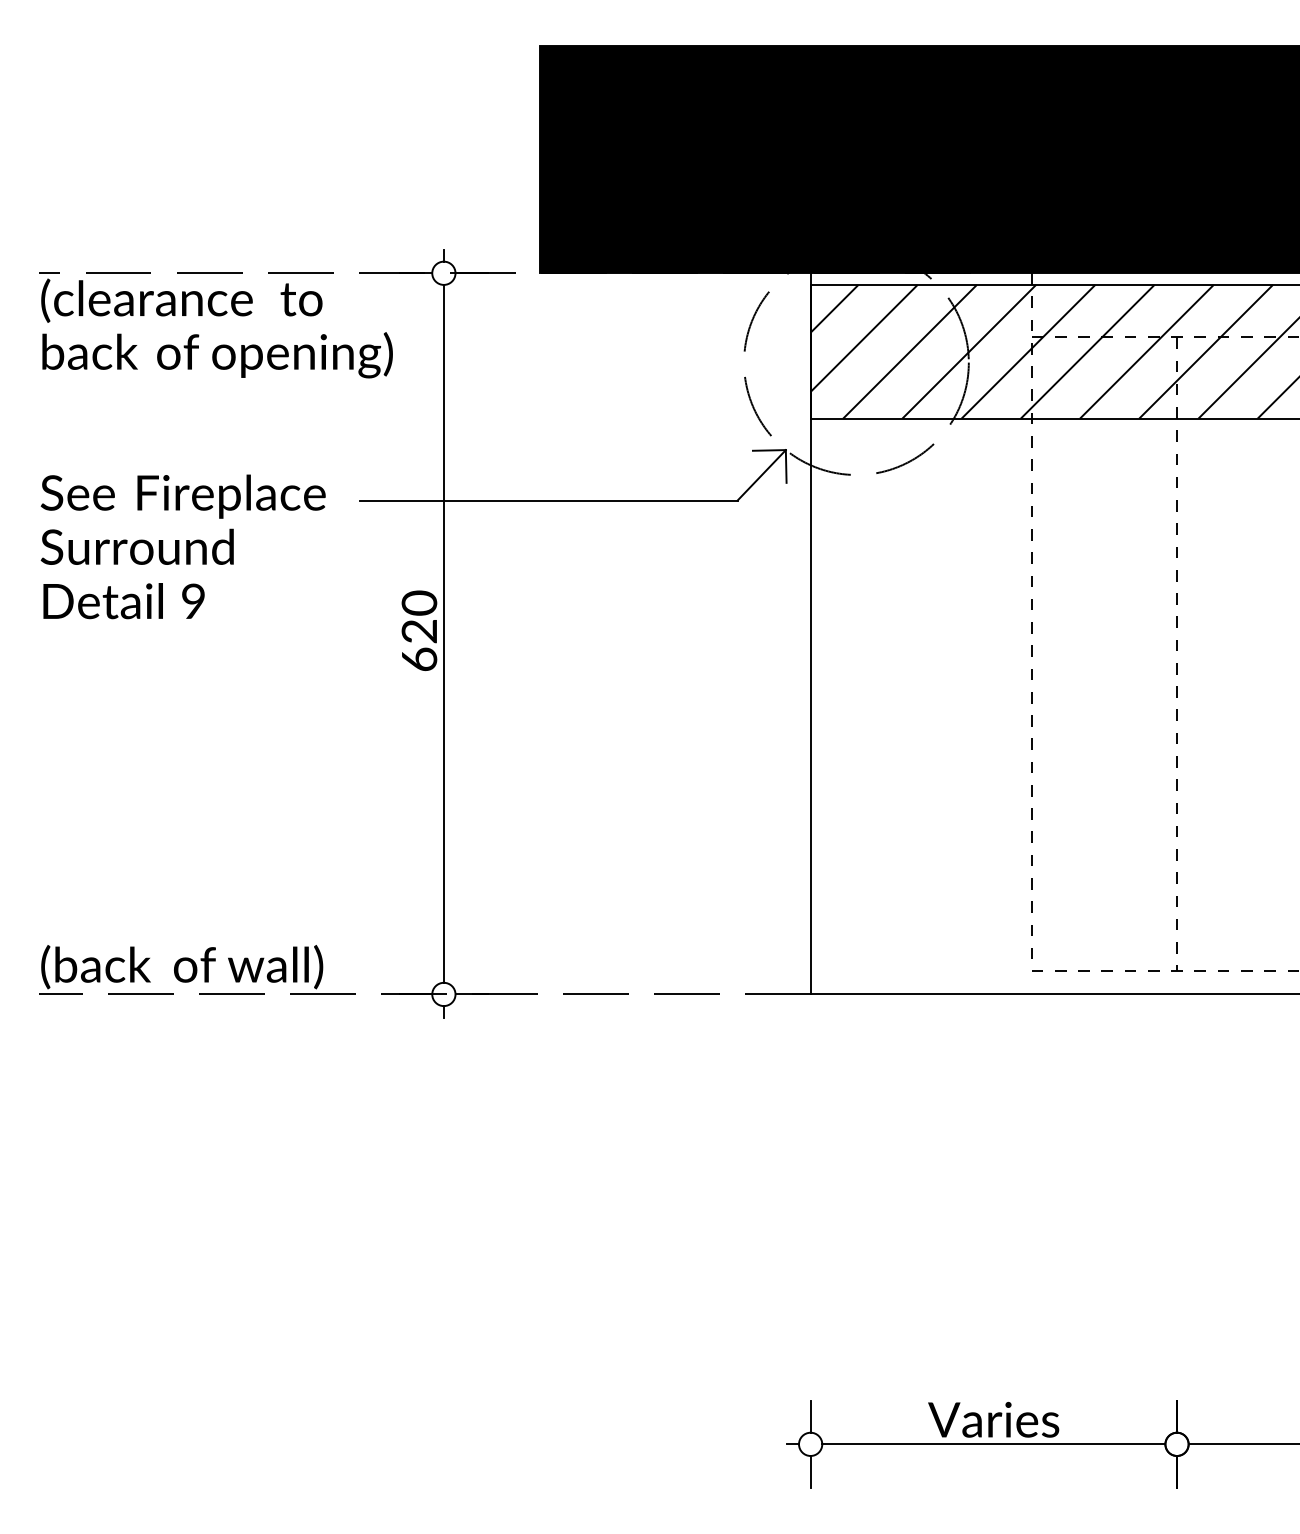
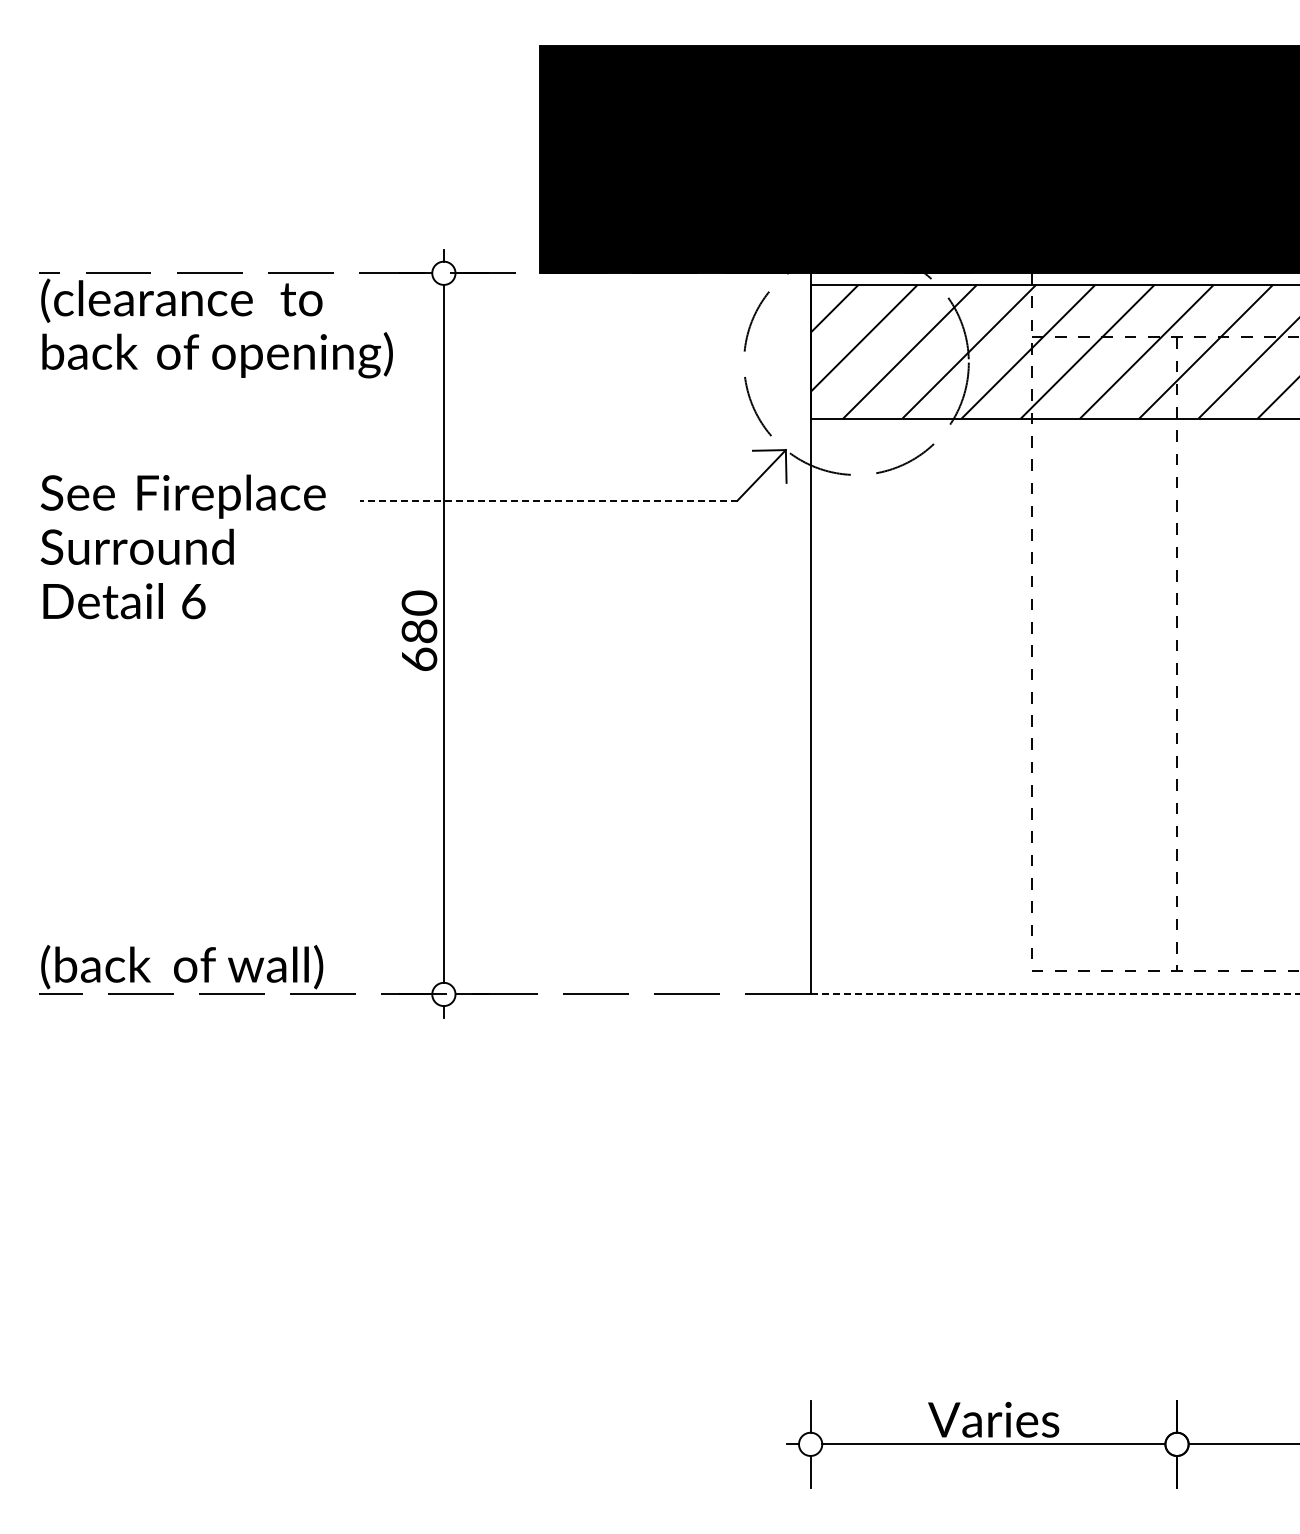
line at (548, 500): solid -> dashed
text at (193, 601): 9 -> 6
text at (419, 631): 620 -> 680
line at (1055, 994): solid -> dashed
